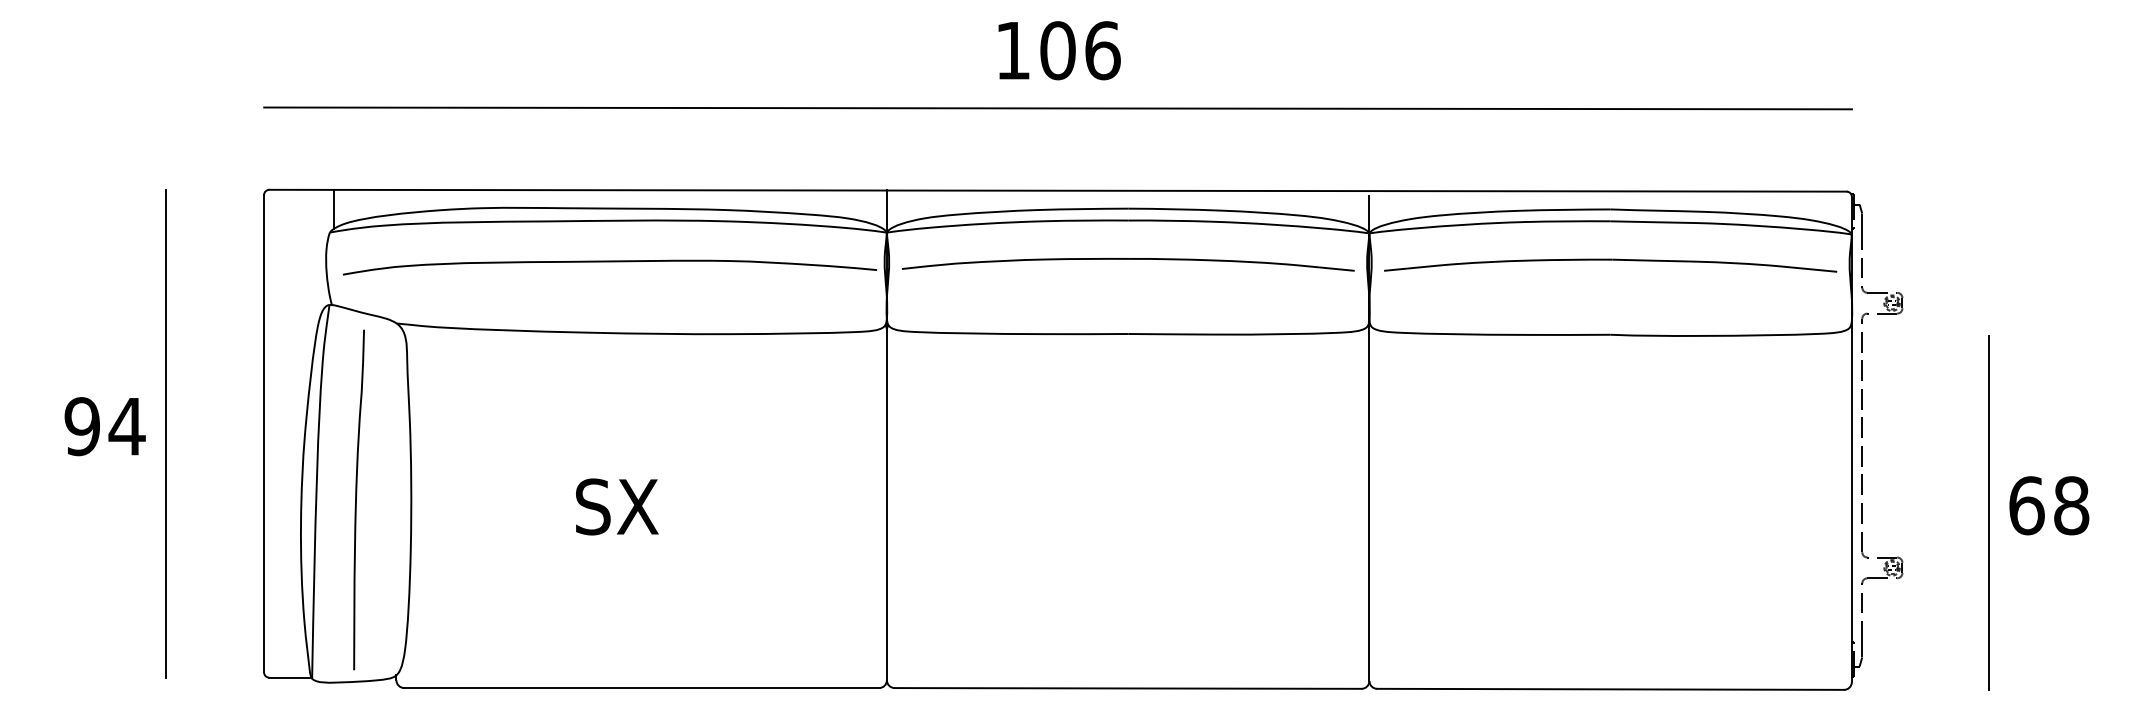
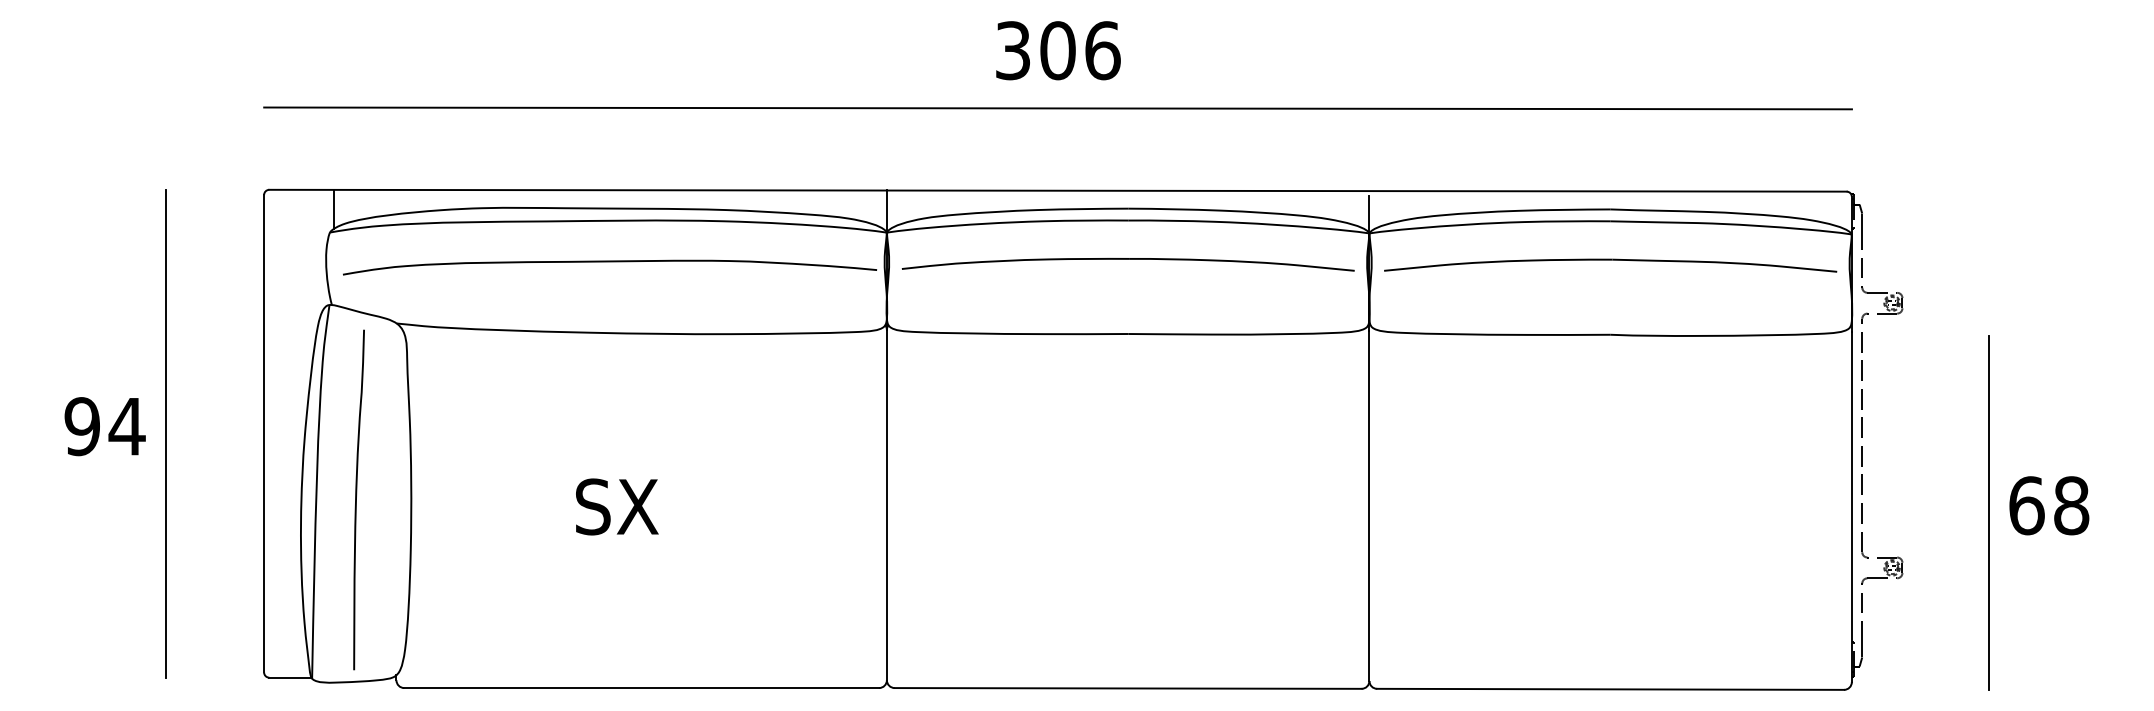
text at (1012, 50): 106 -> 306
